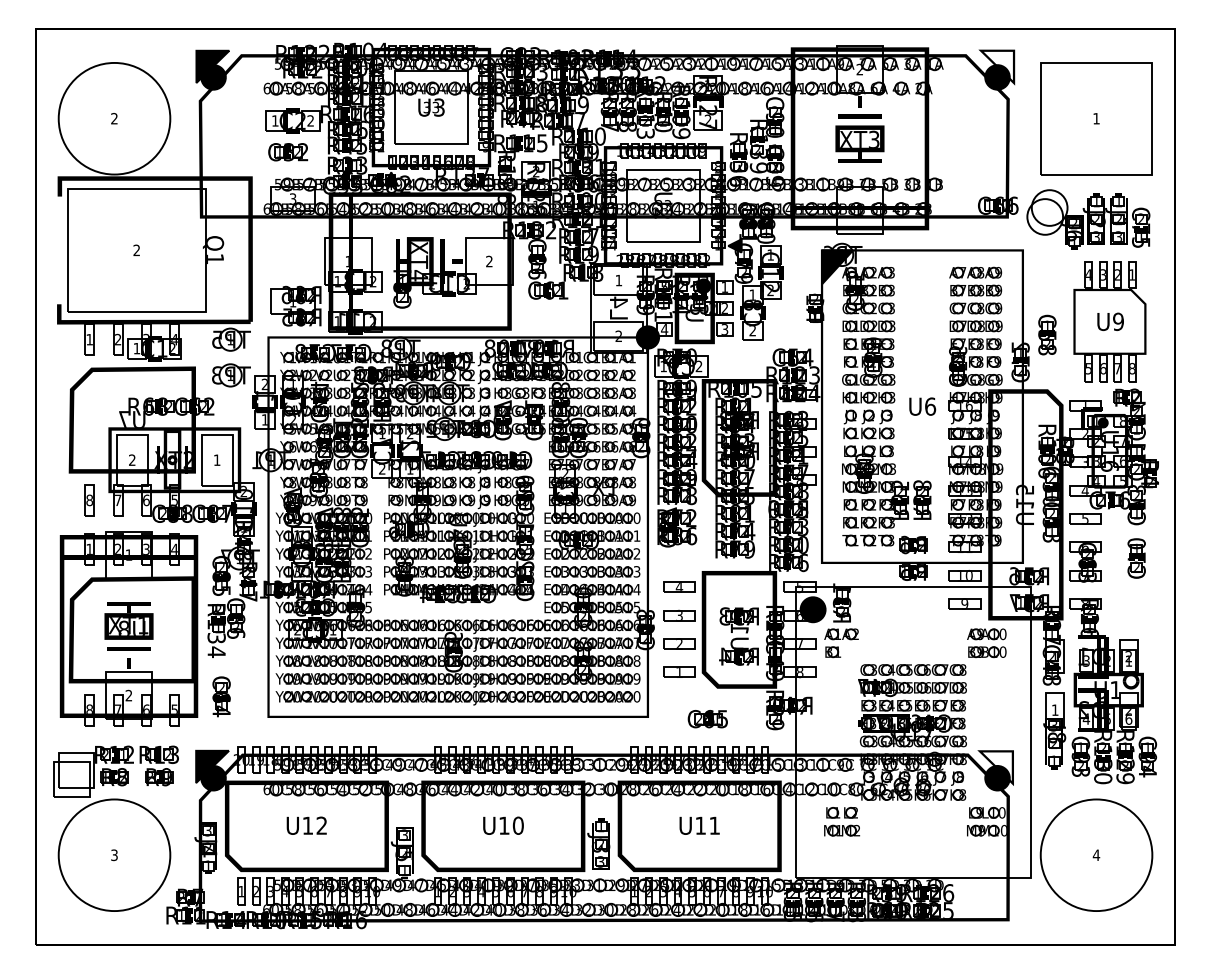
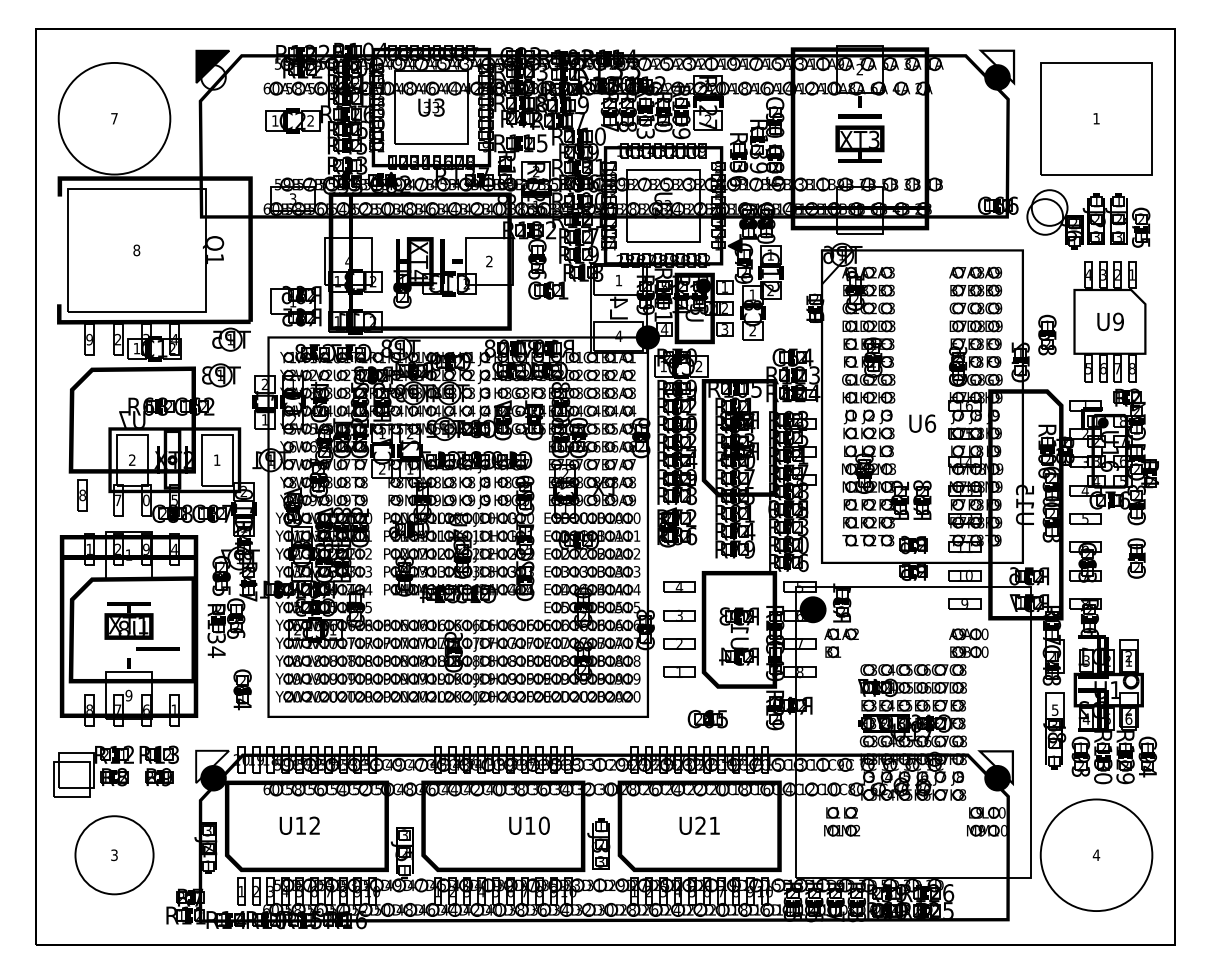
fill at (213, 77): present -> none
text at (114, 118): 2 -> 7
part at (288, 152): present -> none
text at (136, 250): 2 -> 8
text at (346, 261): 1 -> 4
fill at (837, 267): present -> none
text at (618, 335): 2 -> 4
text at (89, 339): 1 -> 9
part at (231, 375) position: (231, 375) -> (221, 375)
text at (922, 406) position: (922, 406) -> (922, 423)
text at (146, 499): 6 -> 0
part at (89, 500) position: (89, 500) -> (82, 495)
text at (146, 548): 3 -> 9
part at (986, 643) position: (986, 643) -> (968, 643)
line at (128, 648) position: (128, 648) -> (157, 648)
text at (128, 695): 2 -> 9
part at (221, 696) position: (221, 696) -> (242, 689)
text at (174, 708): 5 -> 1
text at (1055, 709): 1 -> 5
fill at (212, 766): present -> none
text at (306, 825) position: (306, 825) -> (299, 825)
text at (503, 825) position: (503, 825) -> (529, 825)
text at (700, 825): U11 -> U21
circle at (114, 855) diameter: 112 px -> 78 px
